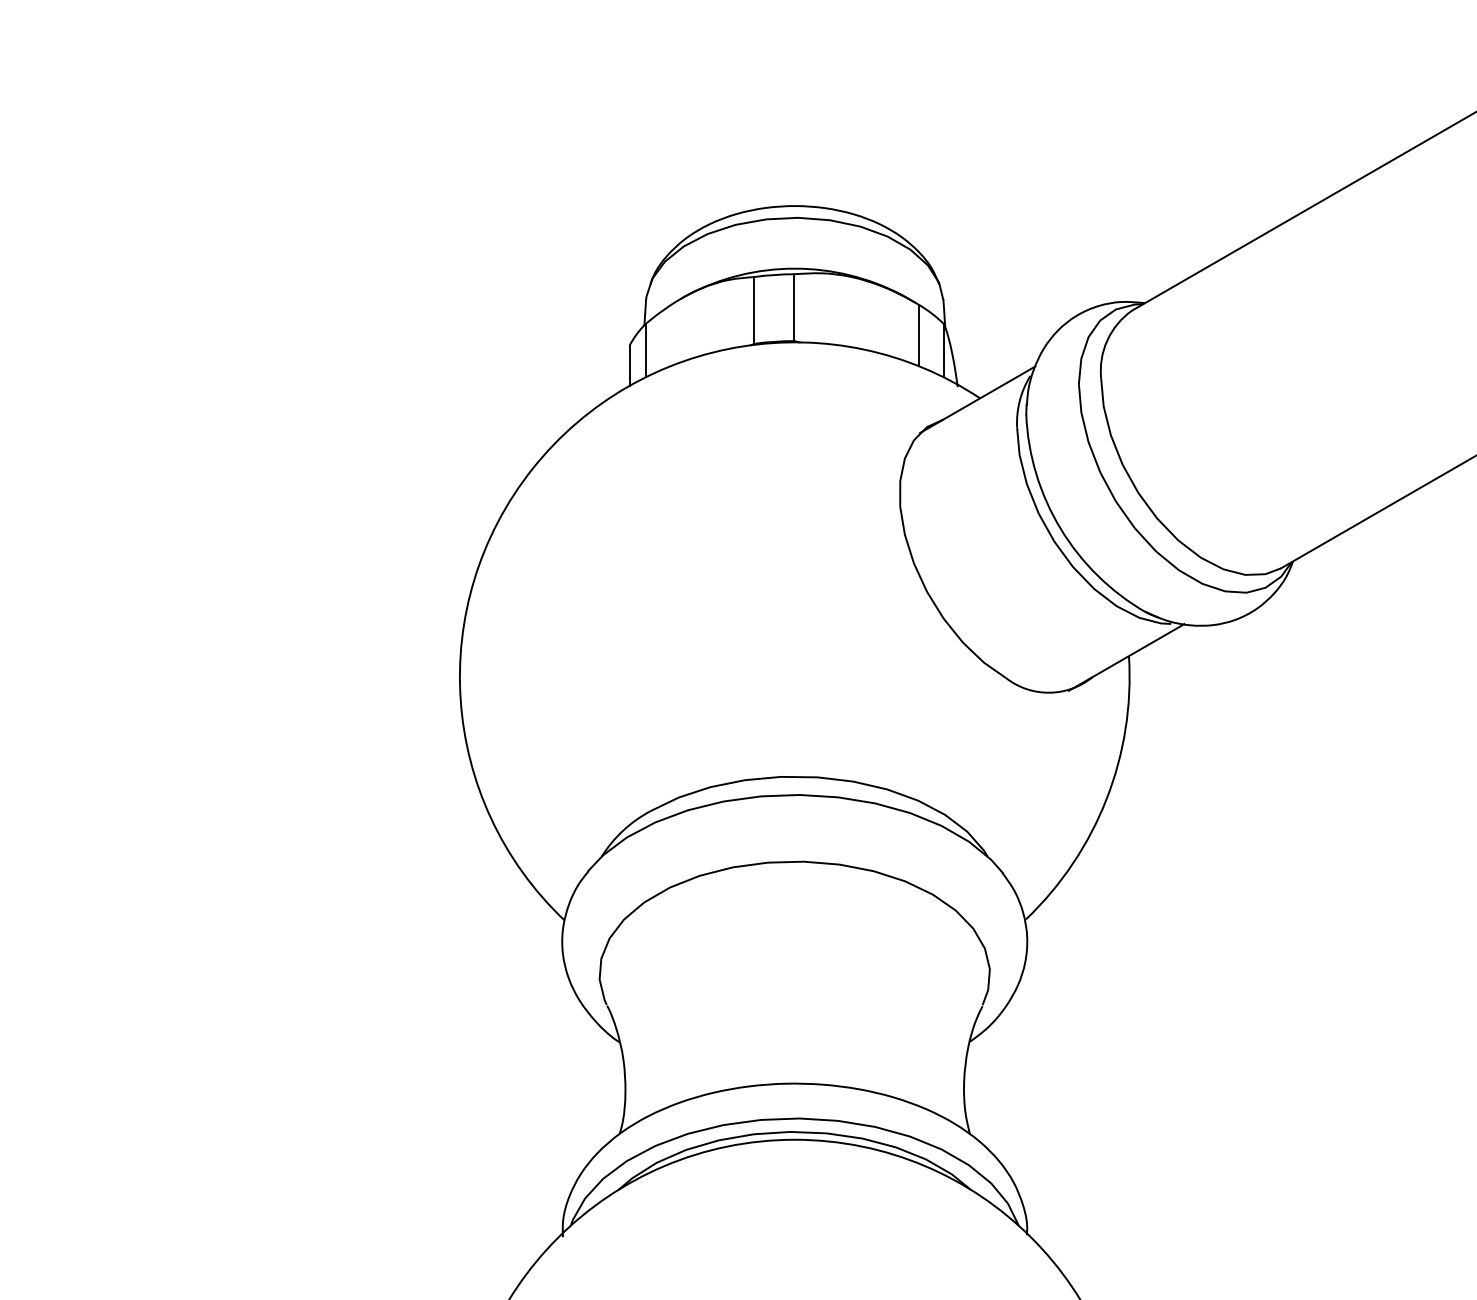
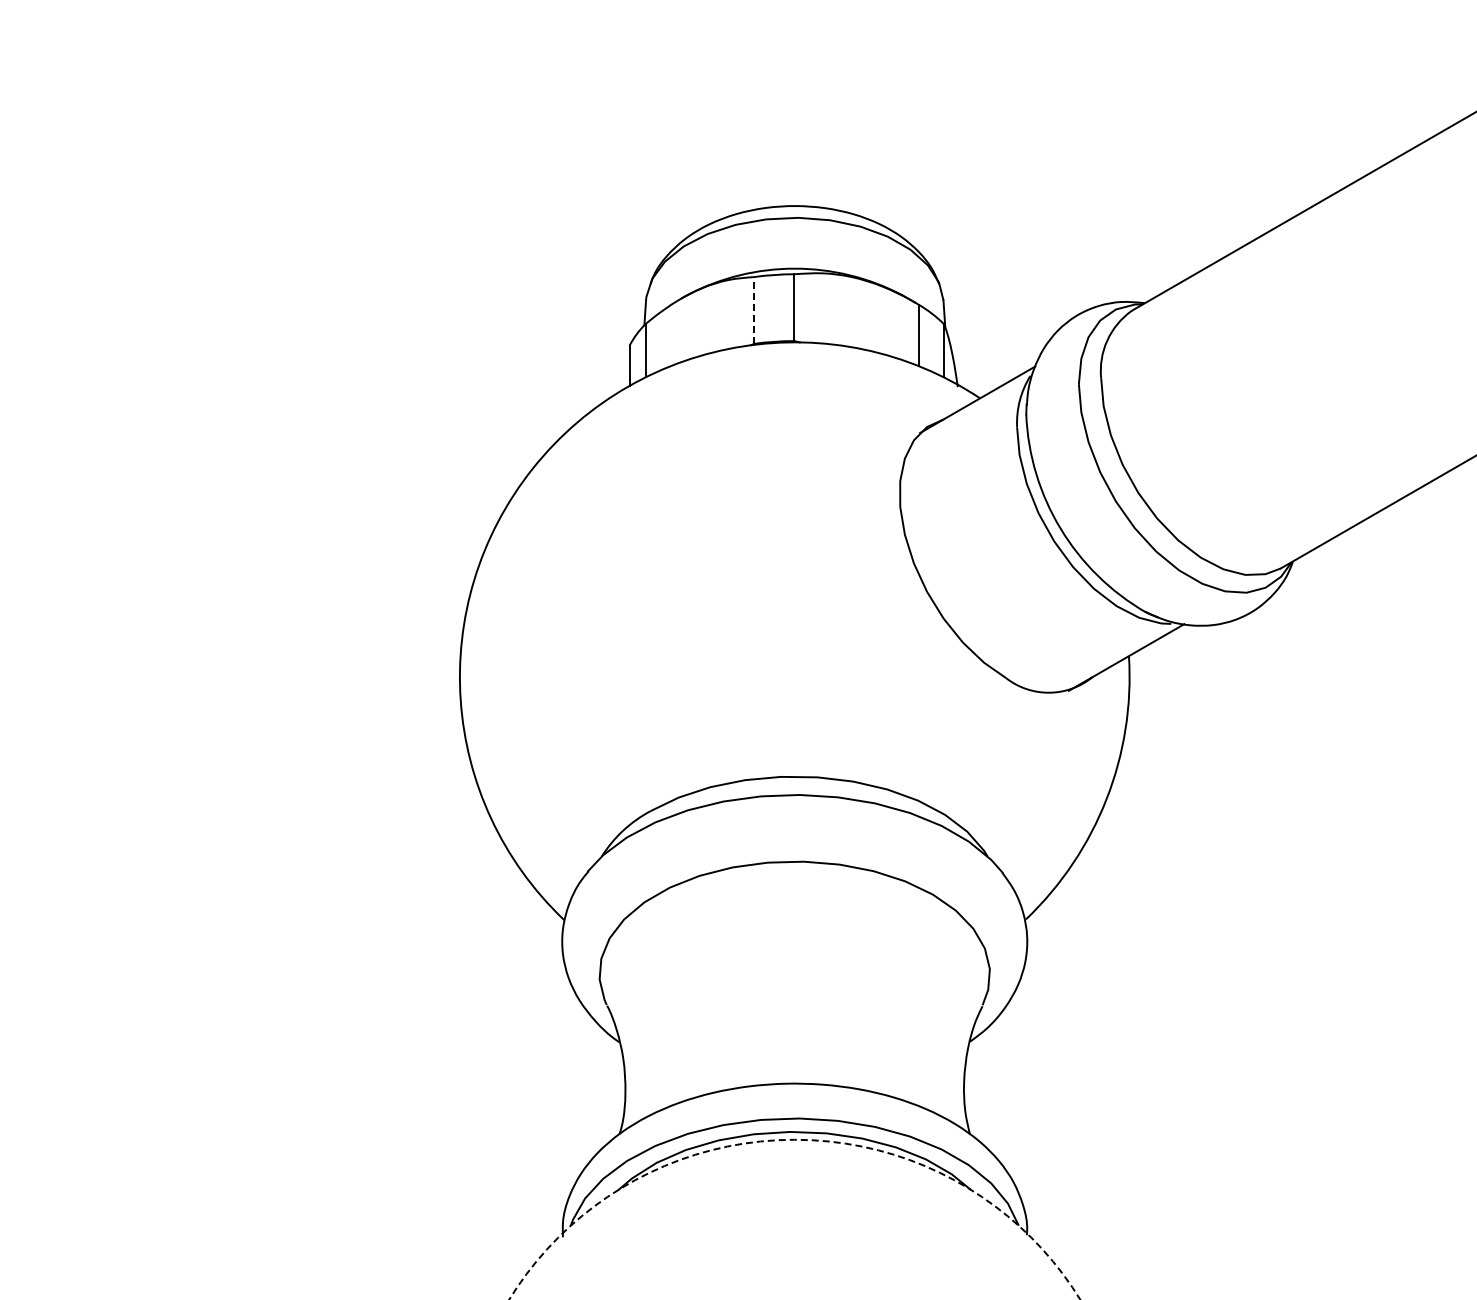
line at (754, 309): solid -> dashed
circle at (794, 1219): solid -> dashed
